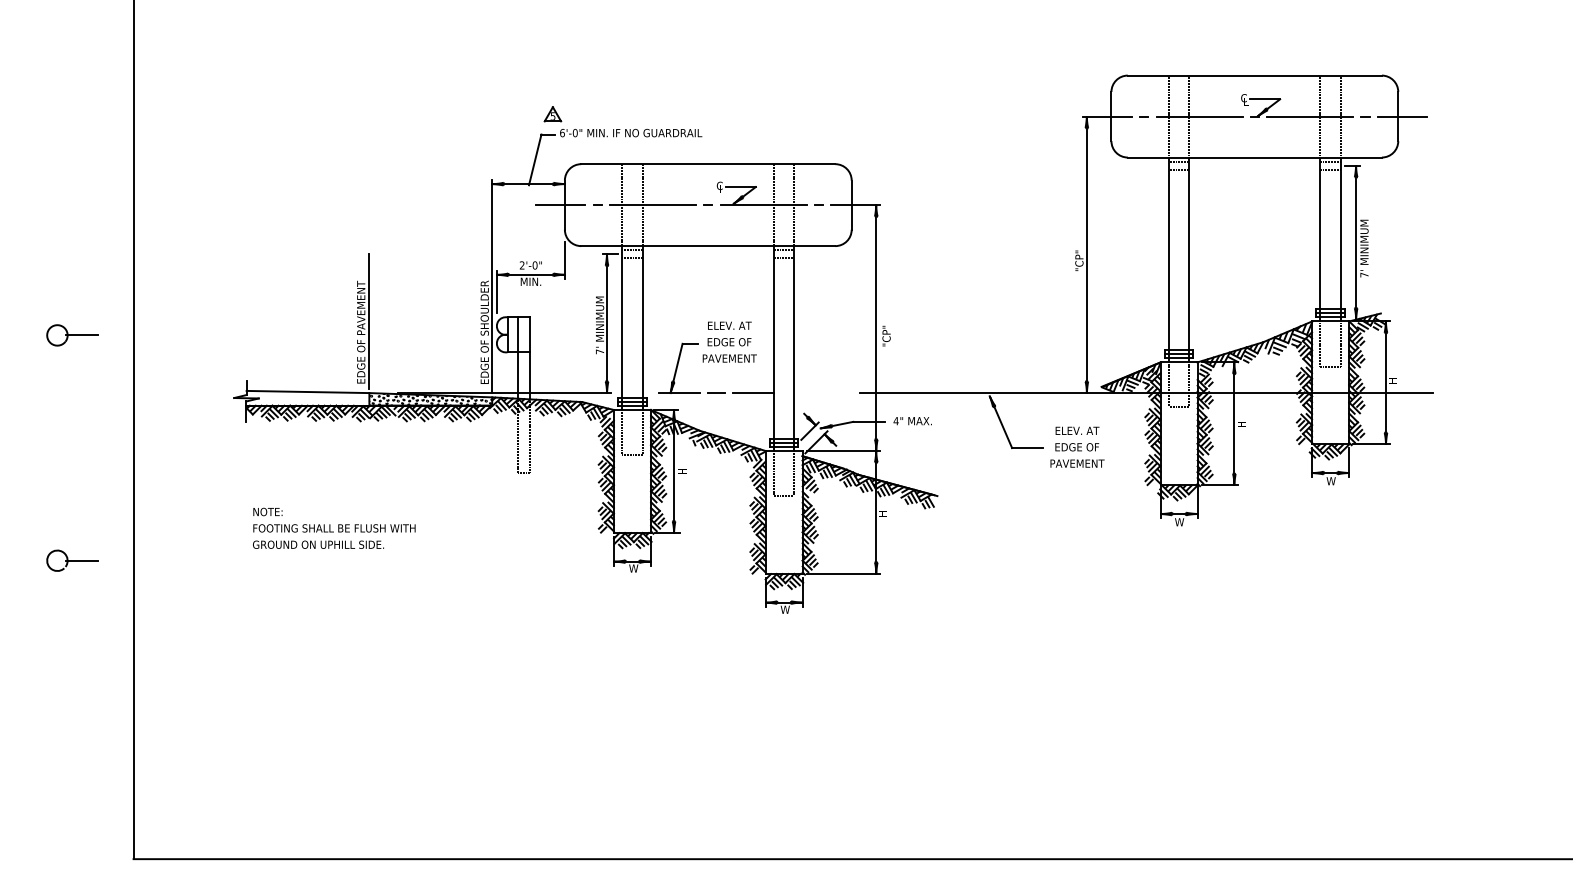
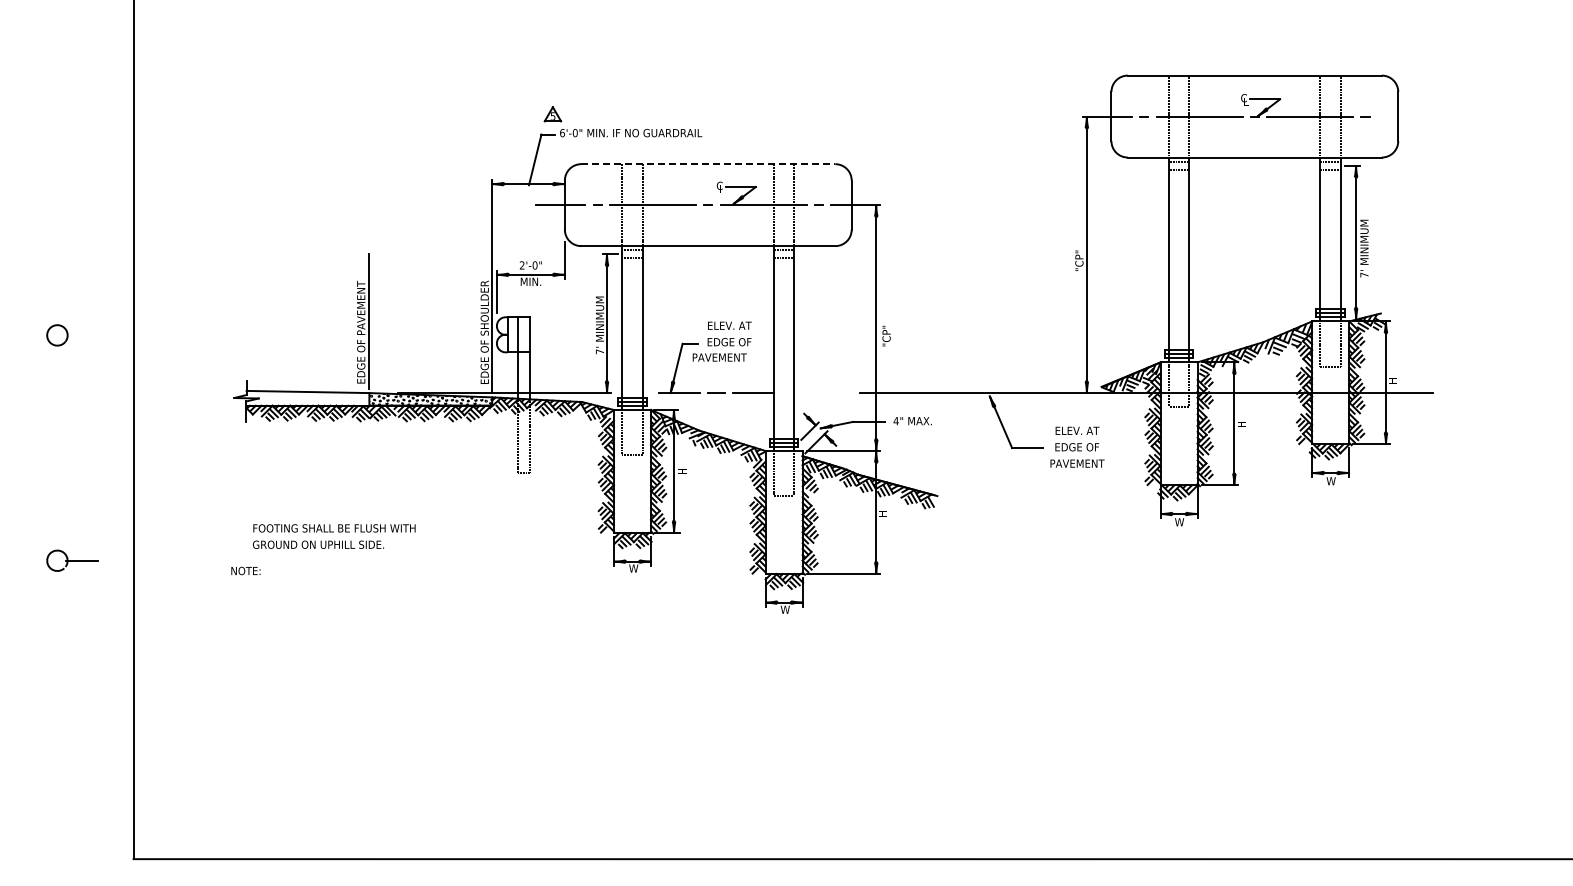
line at (1401, 116): present -> none
line at (708, 164): solid -> dashed
line at (81, 335): present -> none
text at (729, 358) position: (729, 358) -> (719, 357)
text at (267, 511) position: (267, 511) -> (245, 570)
